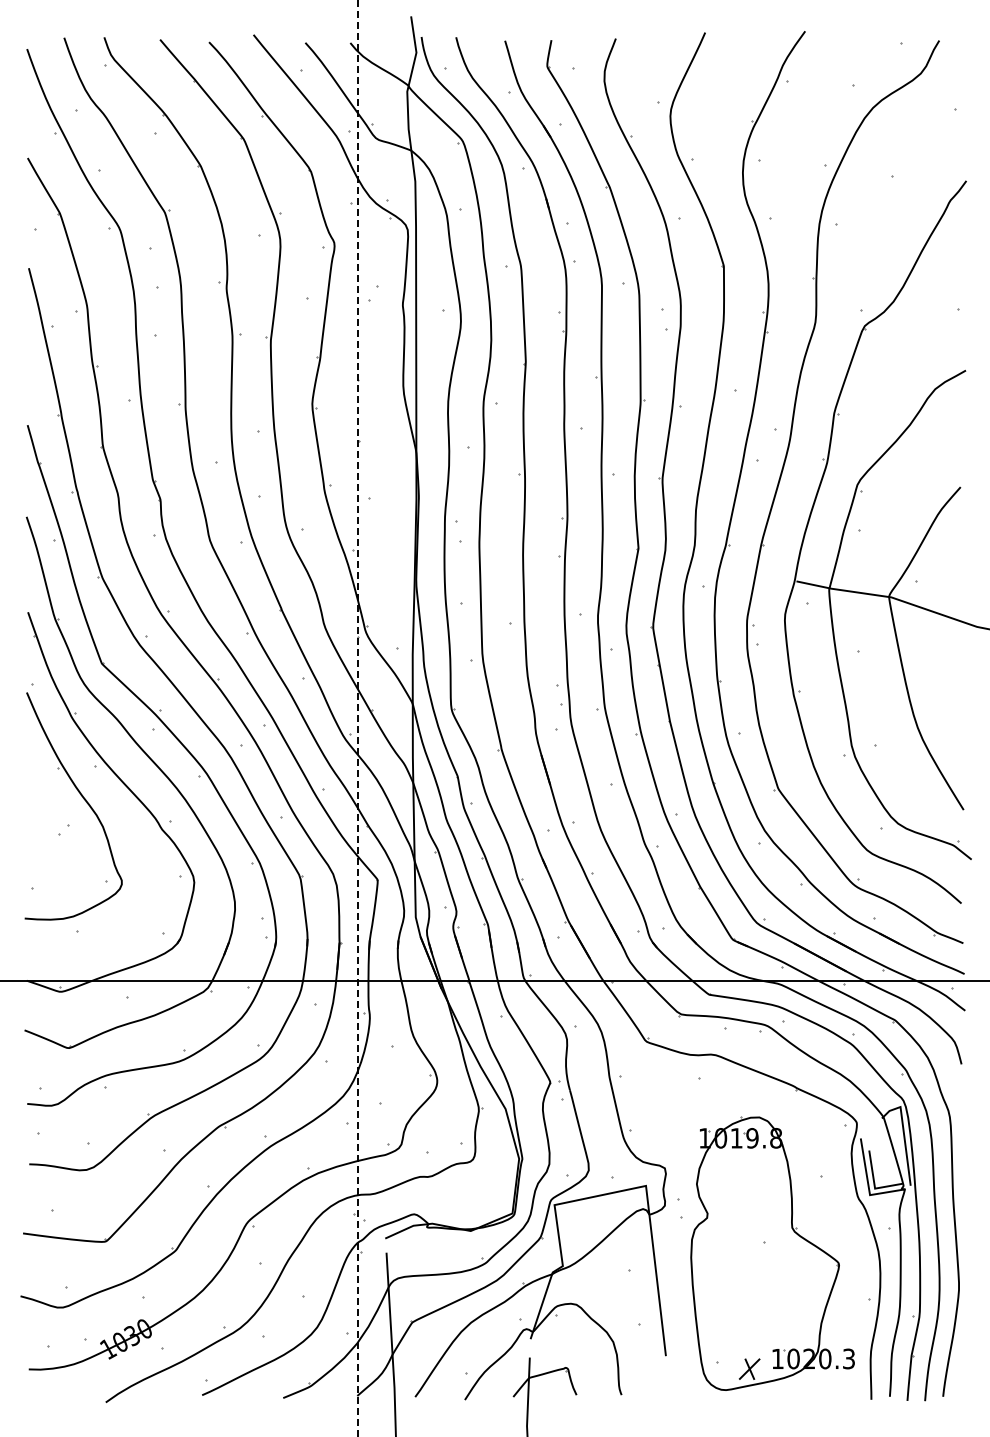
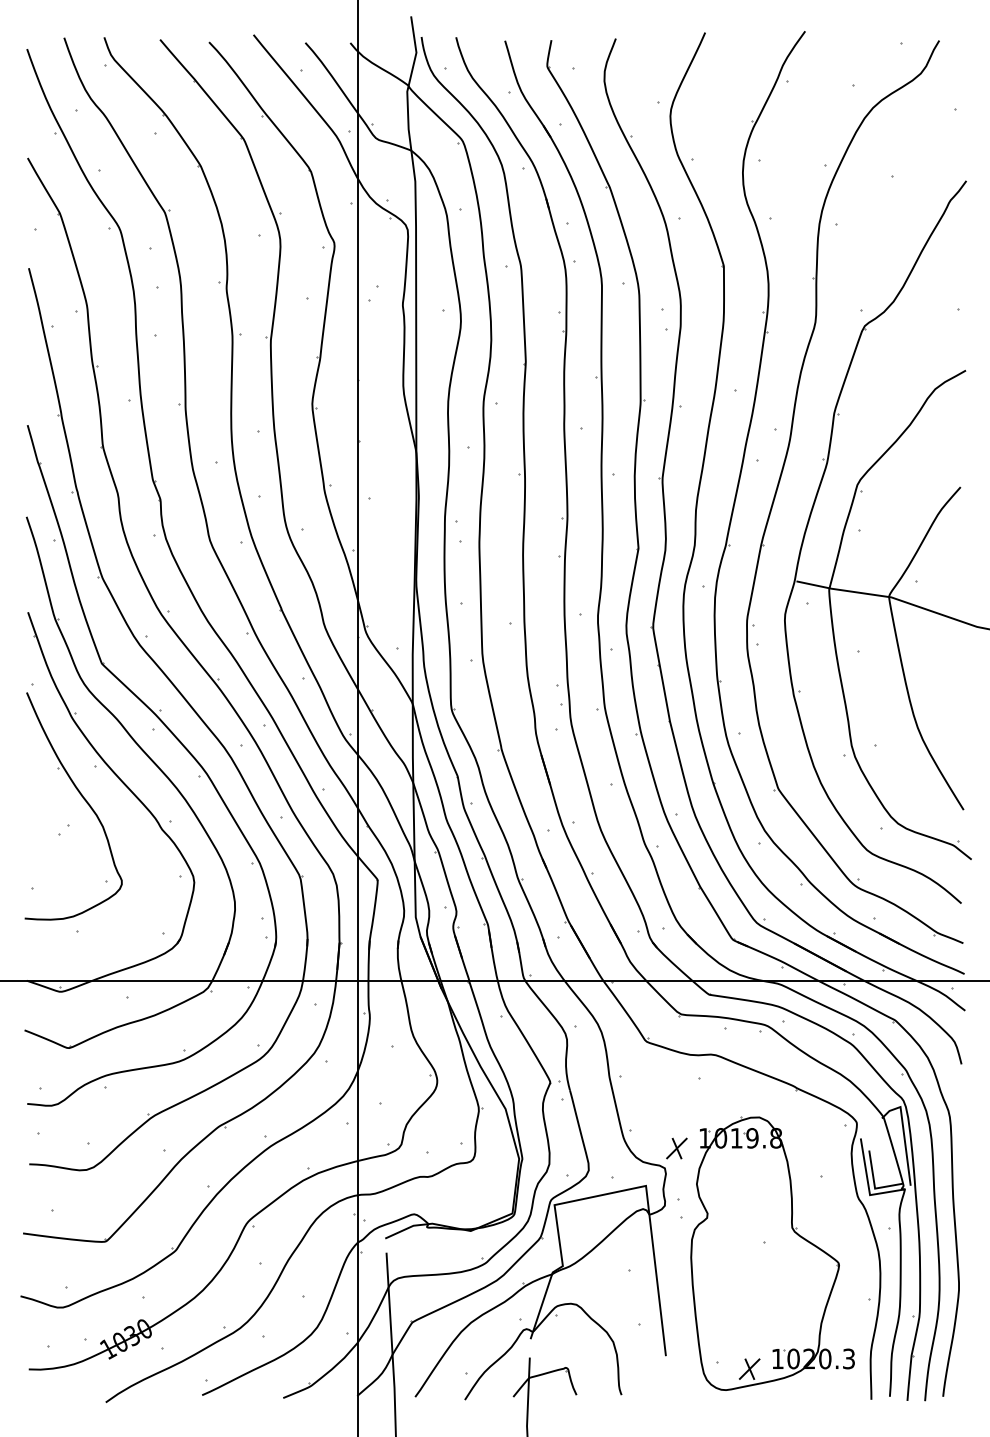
line at (358, 718): dashed -> solid
part at (676, 1148): none -> present
